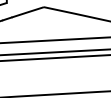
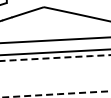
arc at (54, 58): solid -> dashed
arc at (55, 94): solid -> dashed
